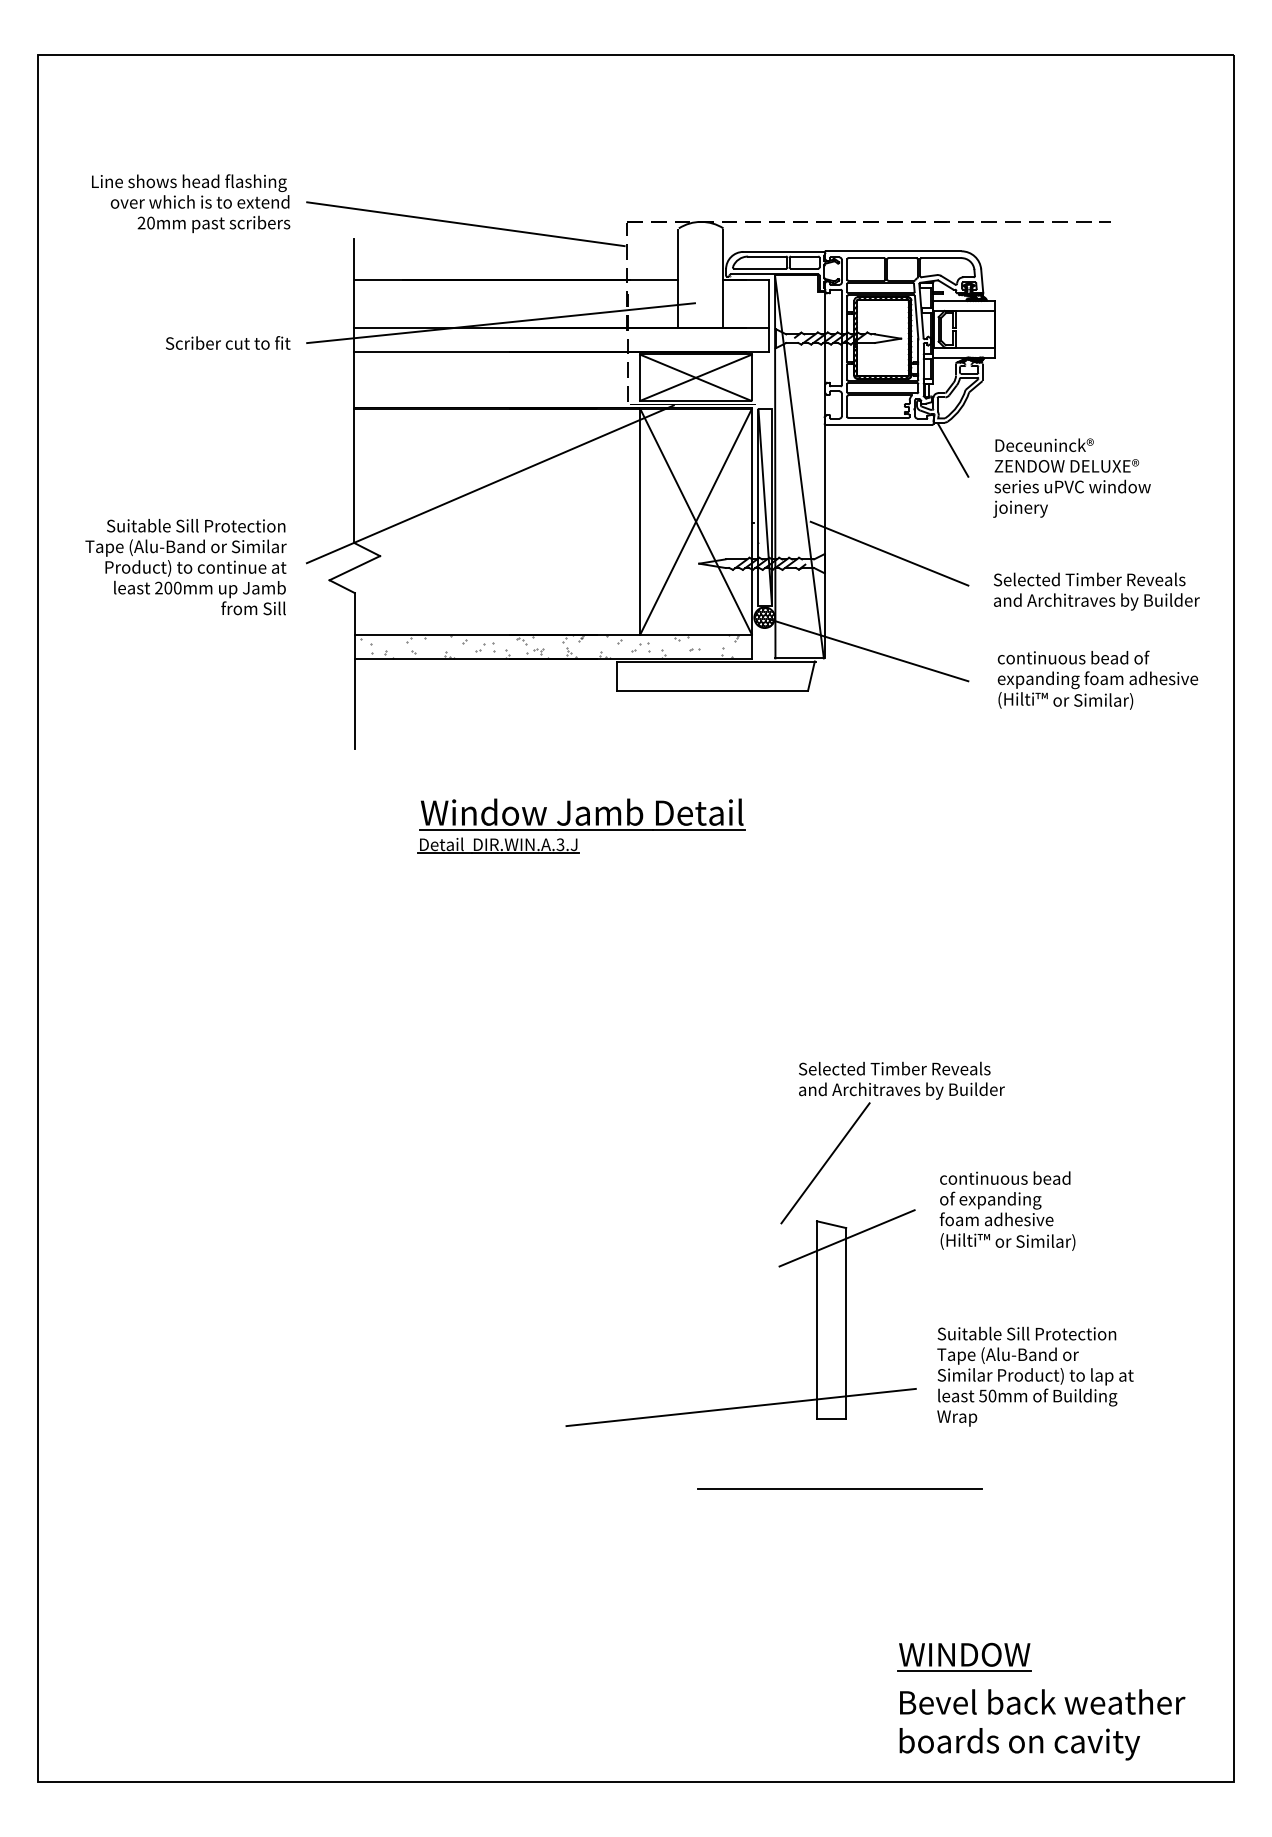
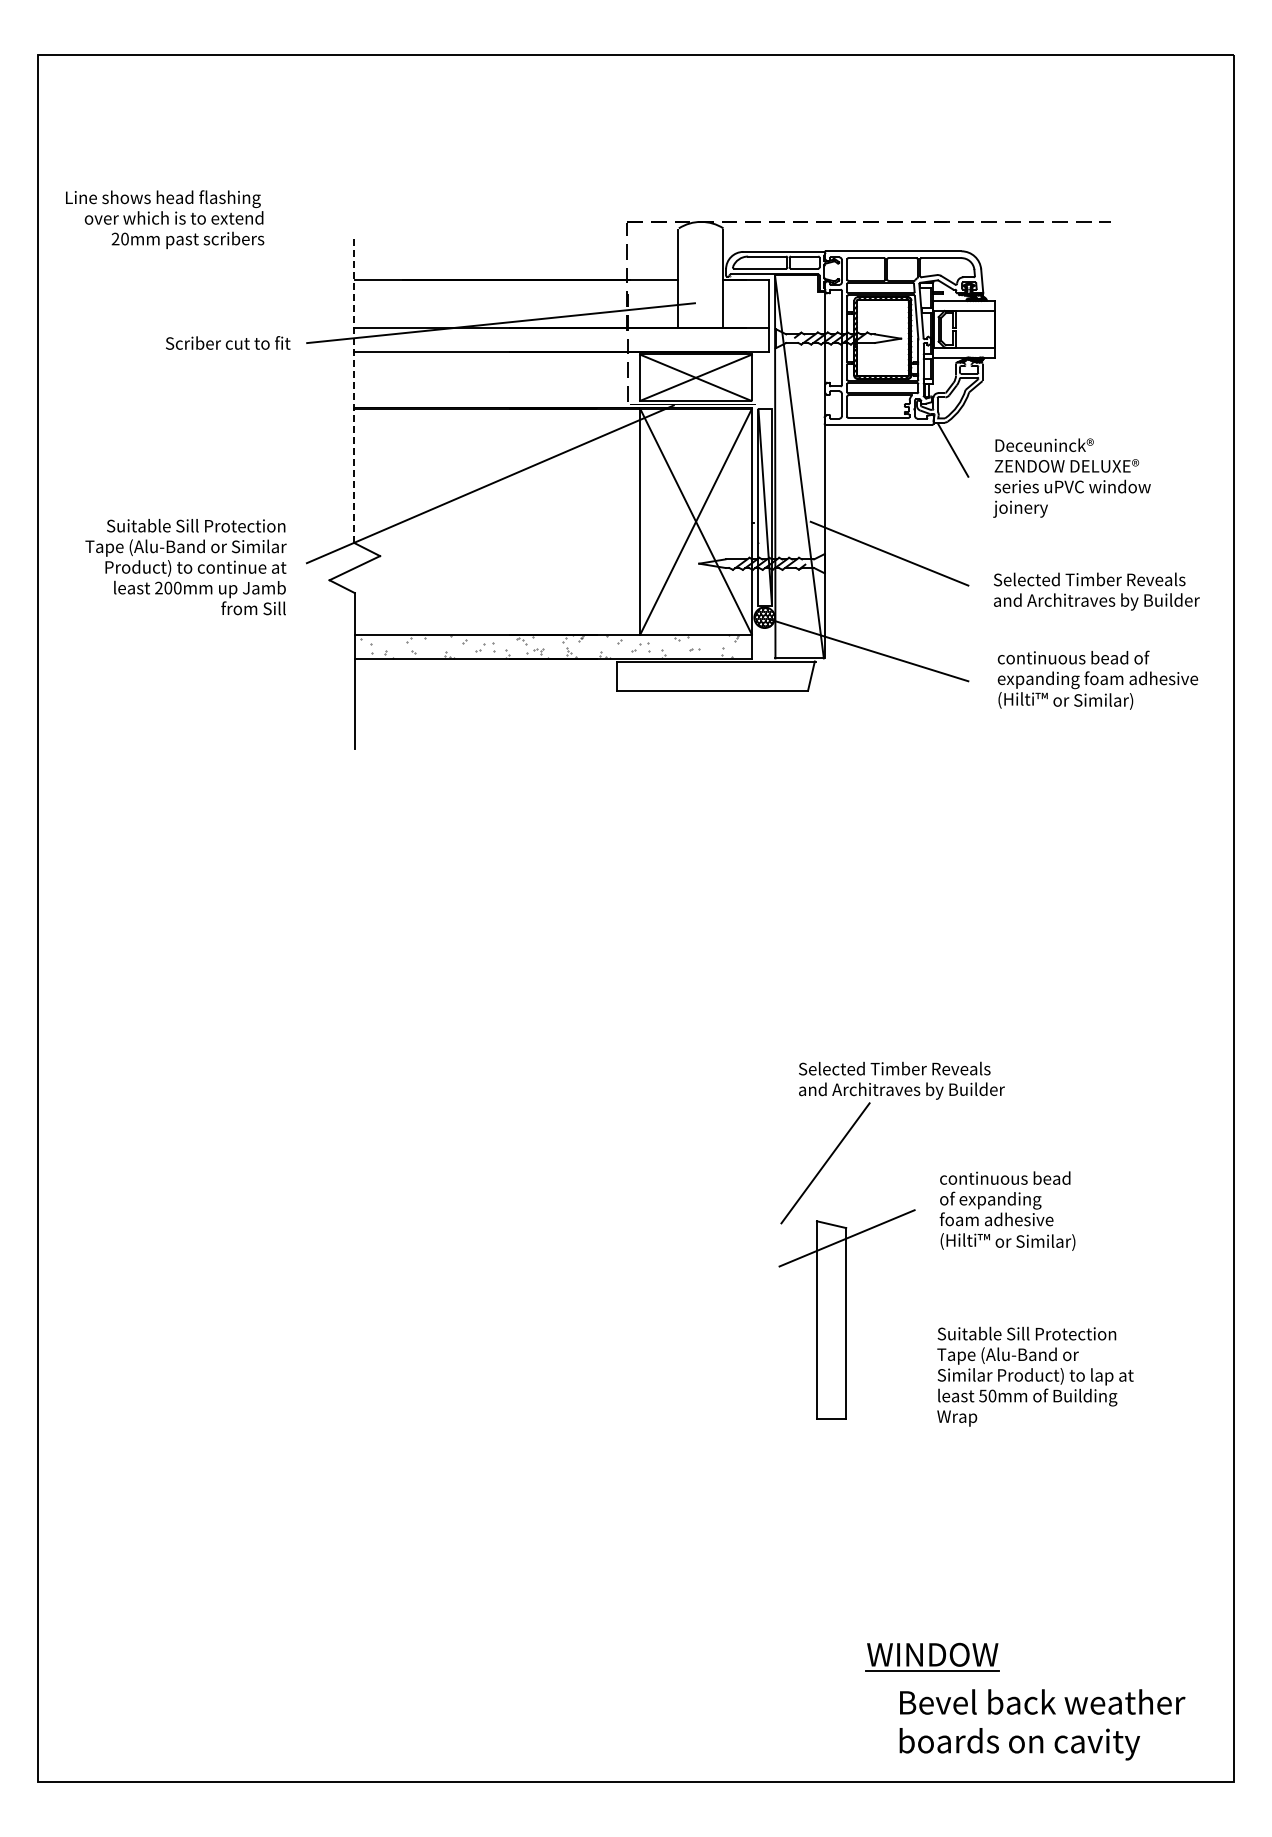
text at (191, 203) position: (191, 203) -> (165, 219)
line at (465, 224): present -> none
line at (354, 391): solid -> dashed
part at (581, 825): present -> none
line at (740, 1407): present -> none
line at (839, 1489): present -> none
part at (964, 1656) position: (964, 1656) -> (932, 1656)
